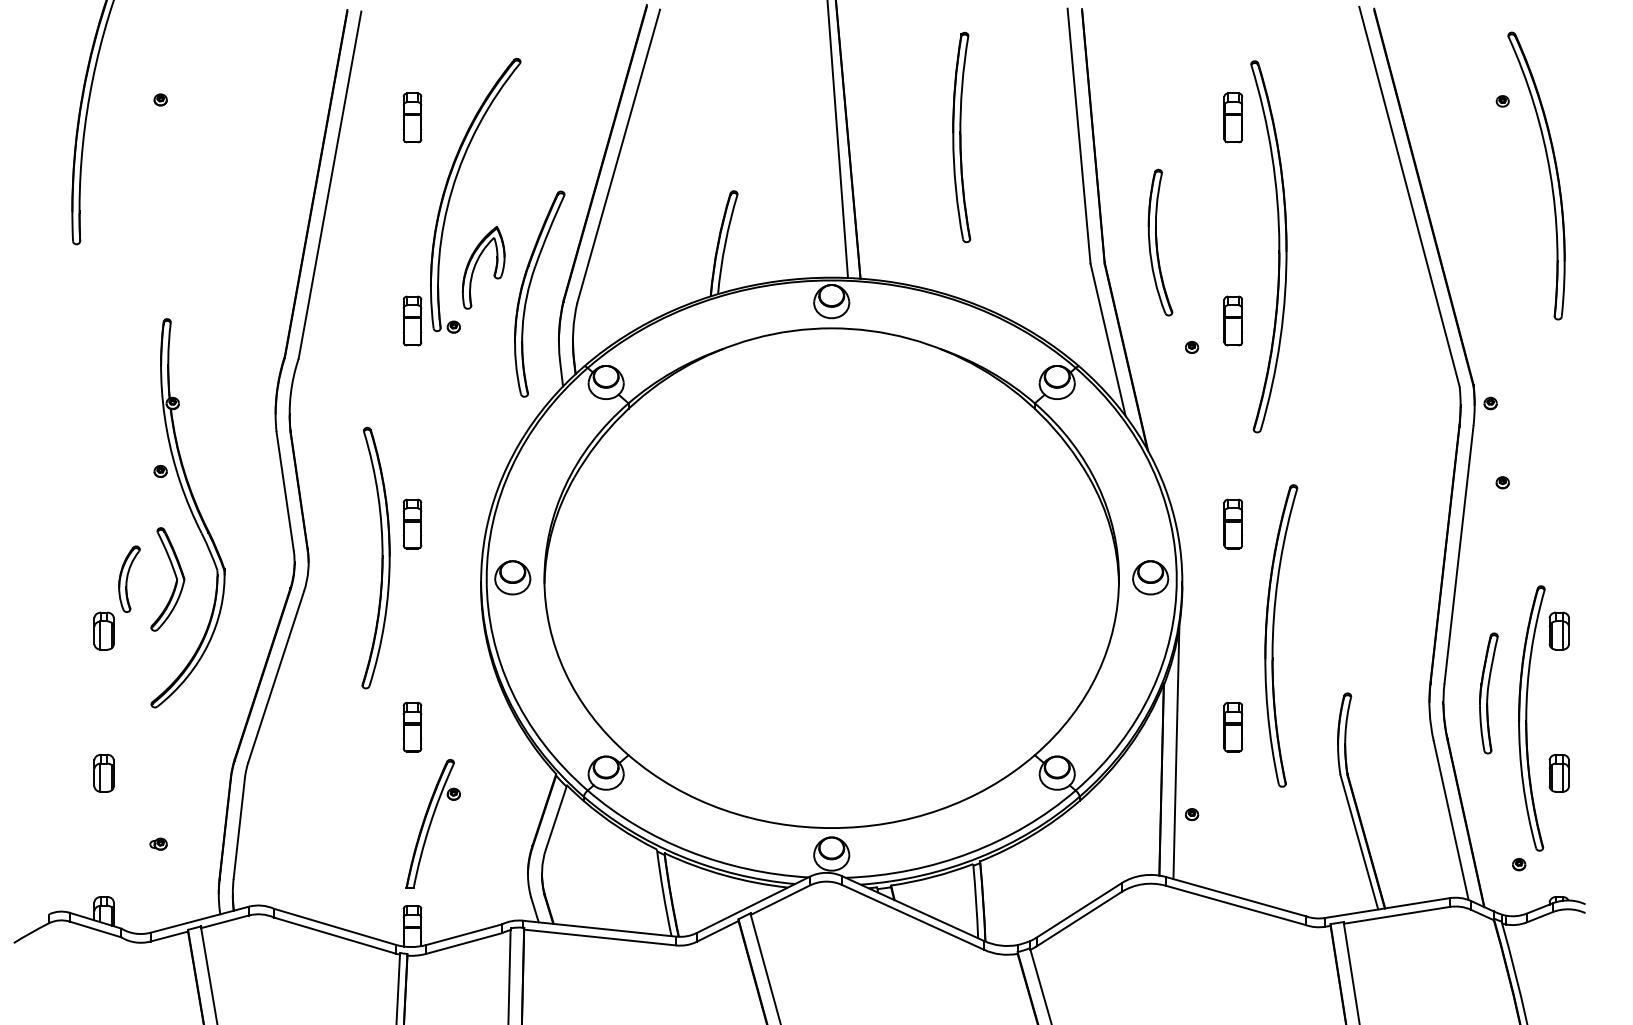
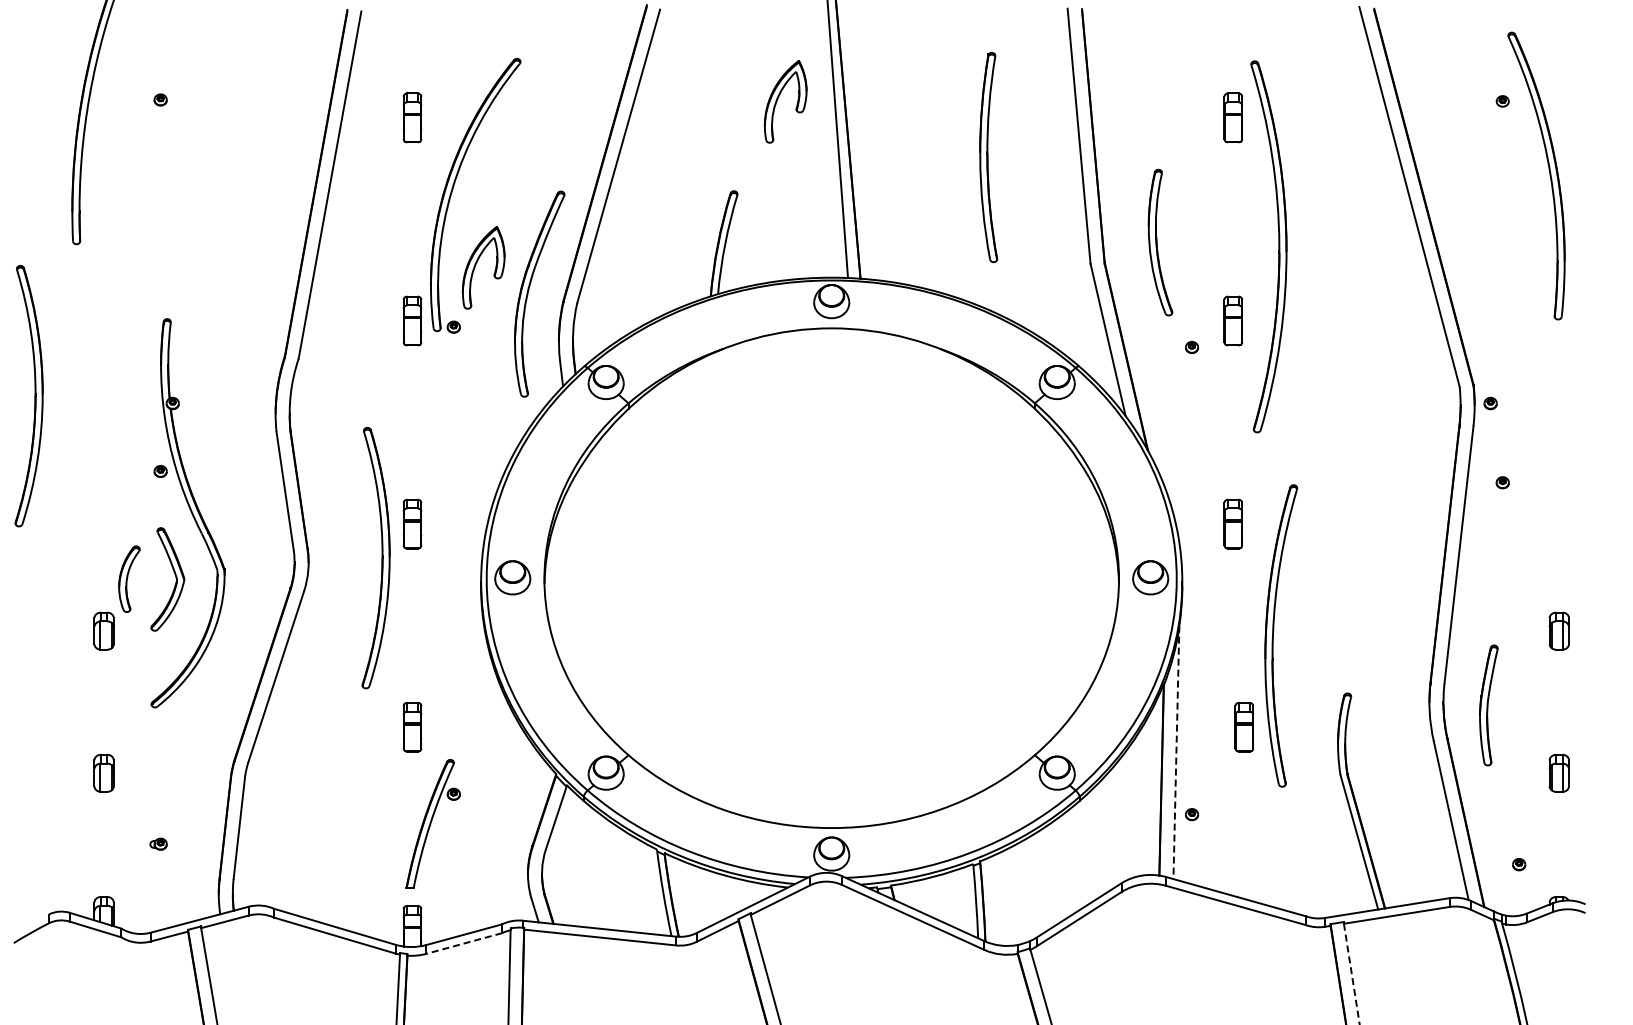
part at (778, 99): none -> present
part at (961, 137) position: (961, 137) -> (988, 157)
part at (28, 395): none -> present
part at (1488, 693) position: (1488, 693) -> (1488, 705)
part at (1531, 718): present -> none
part at (1233, 726) position: (1233, 726) -> (1244, 726)
line at (1176, 752): solid -> dashed
line at (463, 943): solid -> dashed
line at (1351, 974): solid -> dashed
